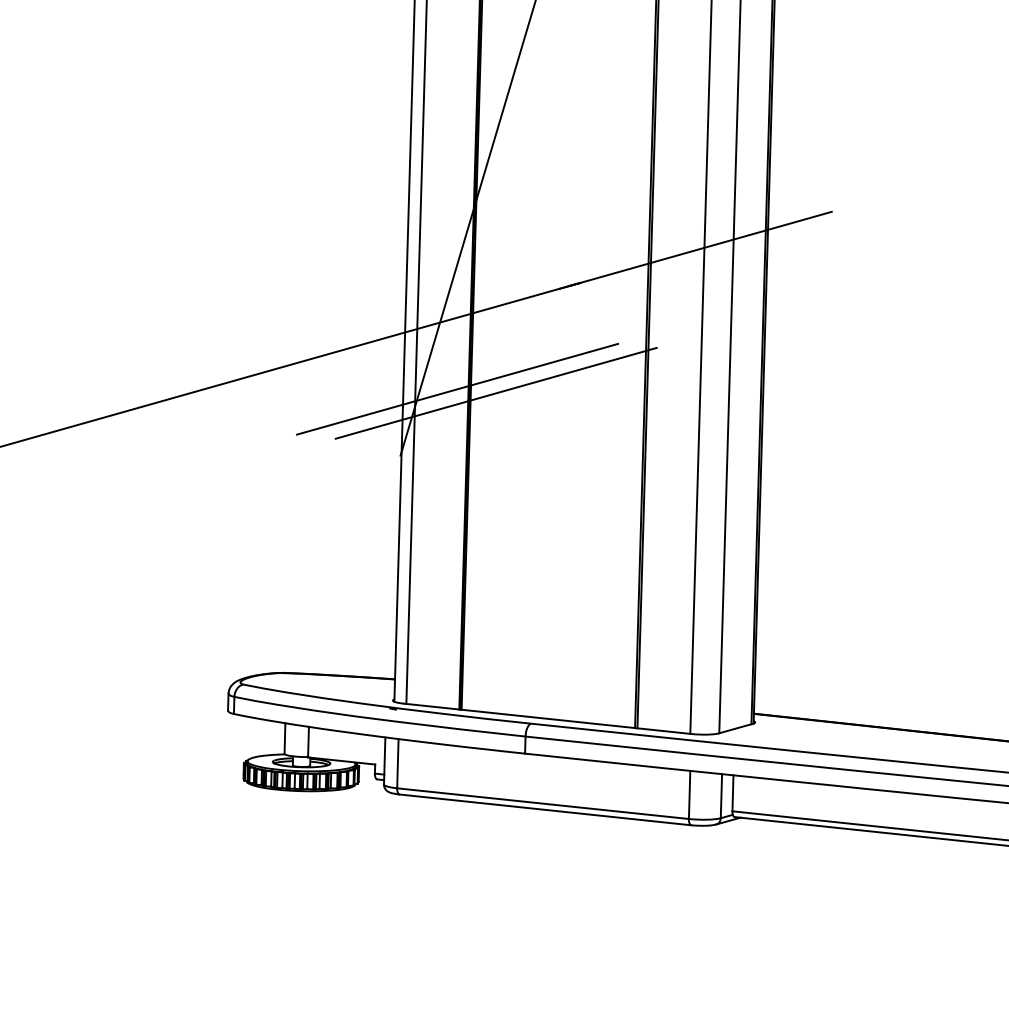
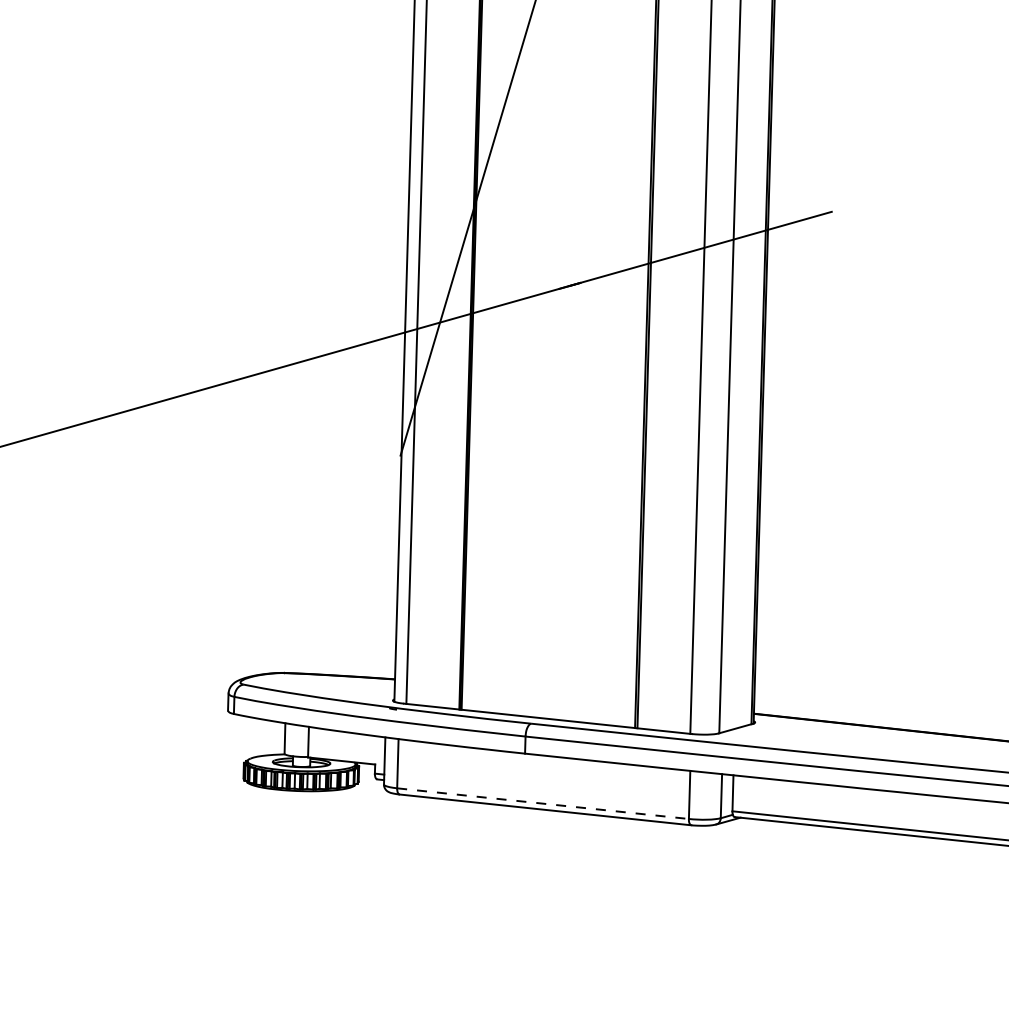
line at (457, 388): present -> none
line at (495, 392): present -> none
line at (543, 803): solid -> dashed
